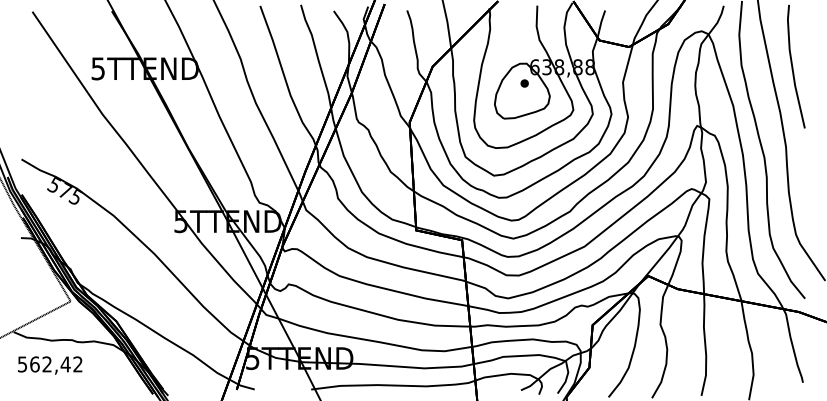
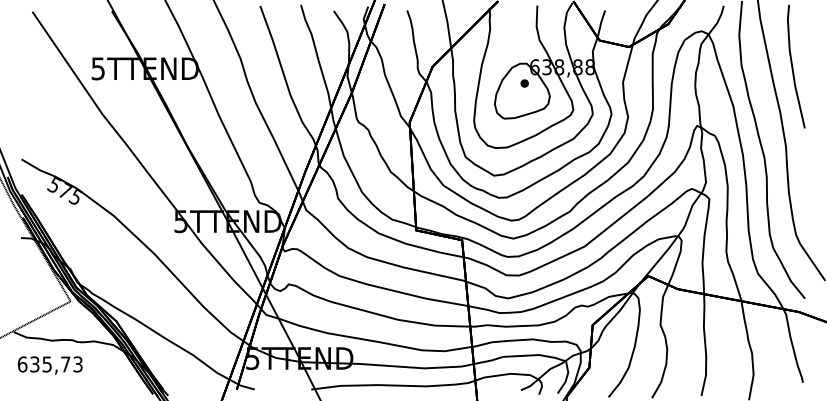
text at (49, 364): 562,42 -> 635,73
